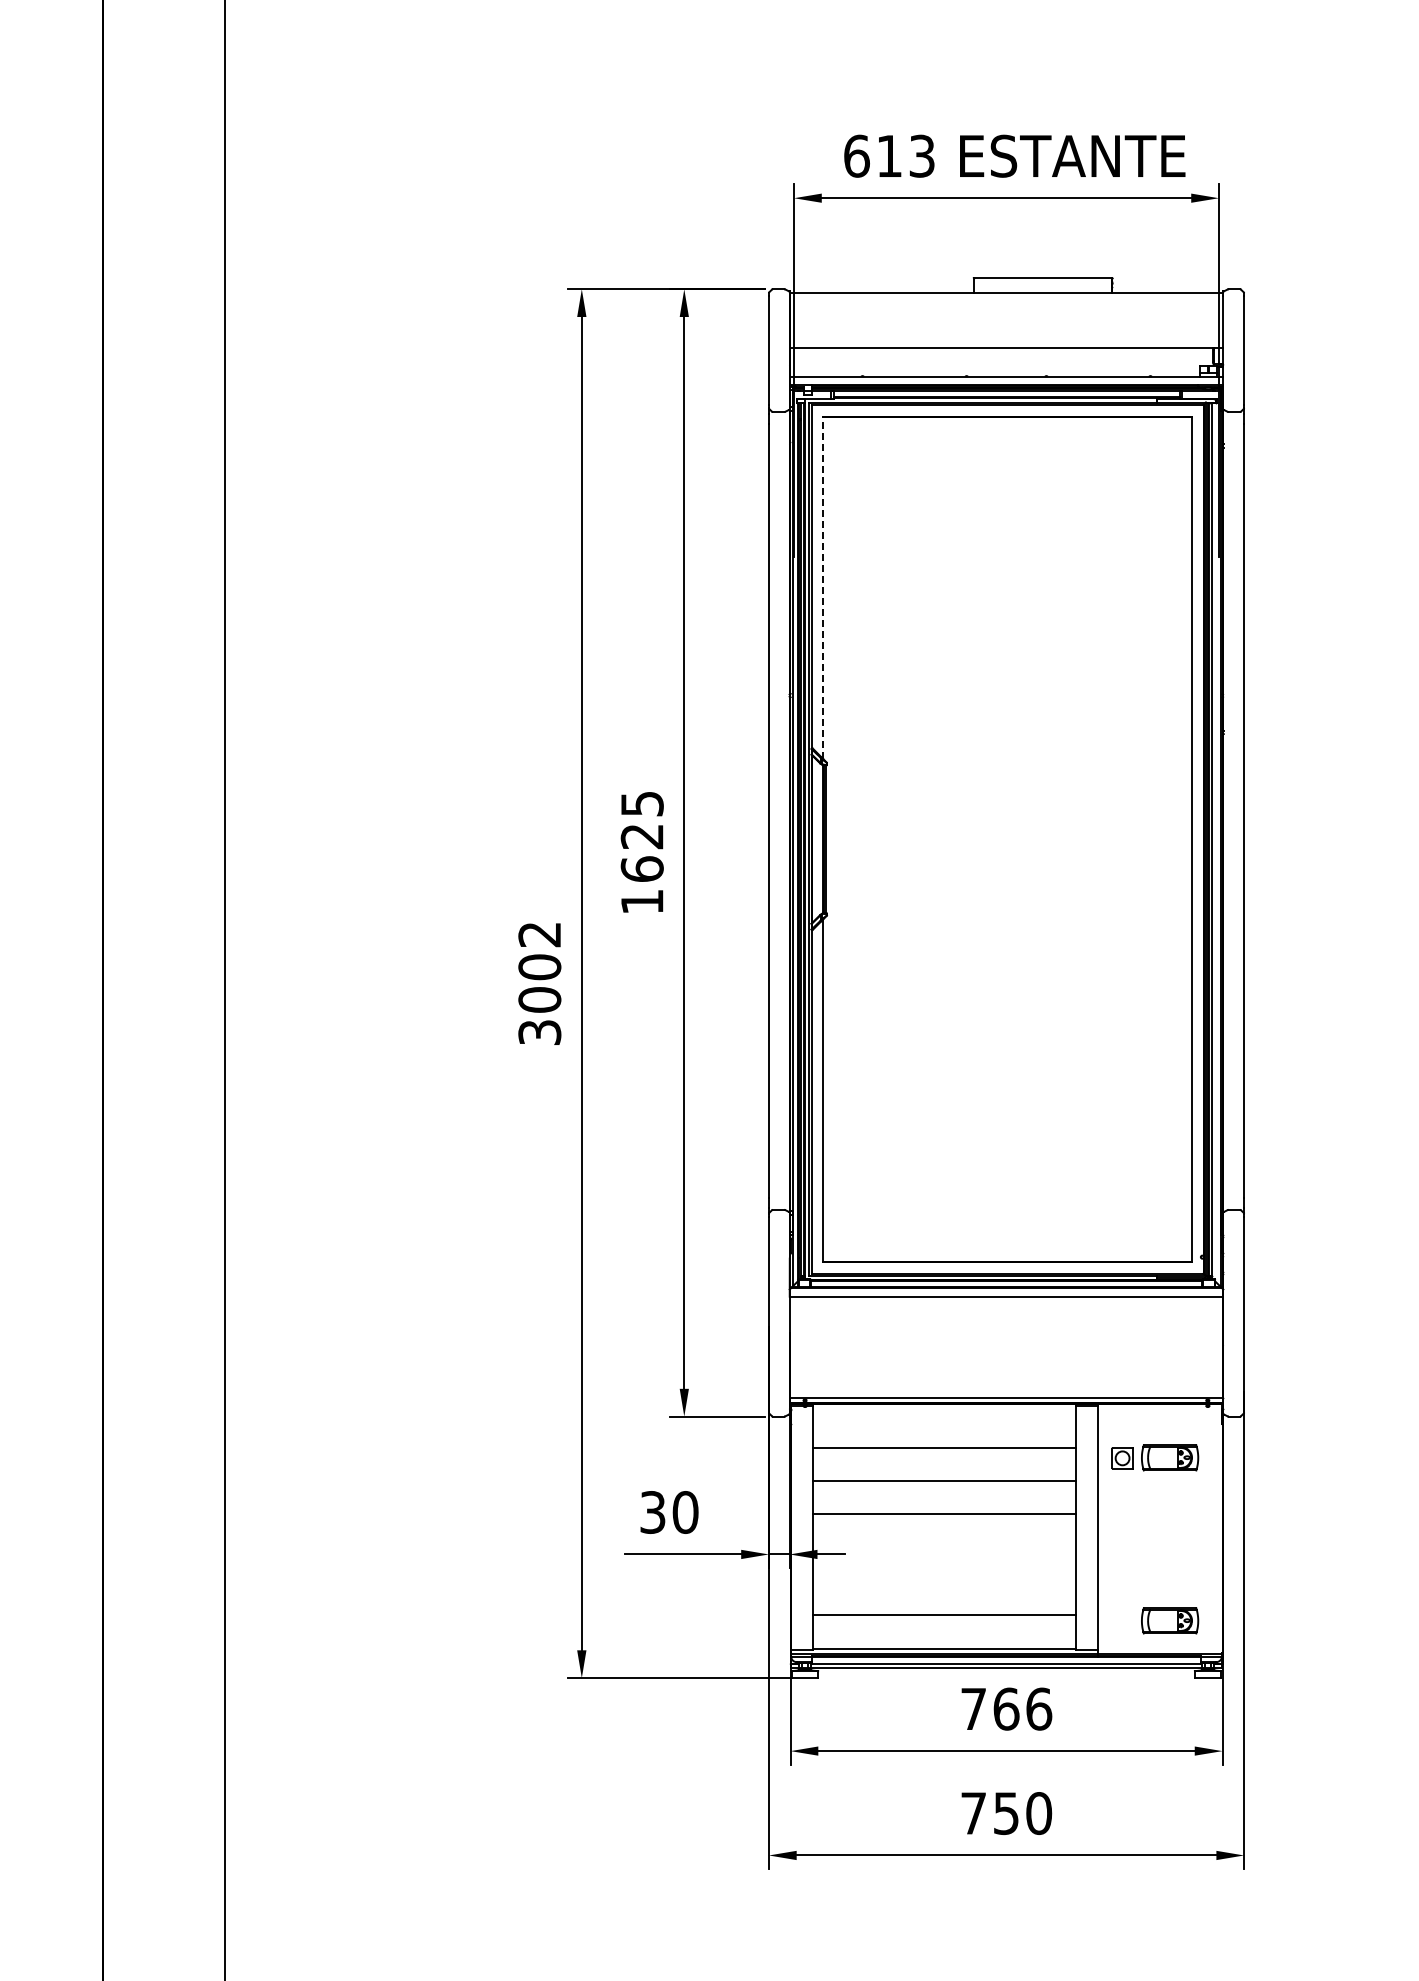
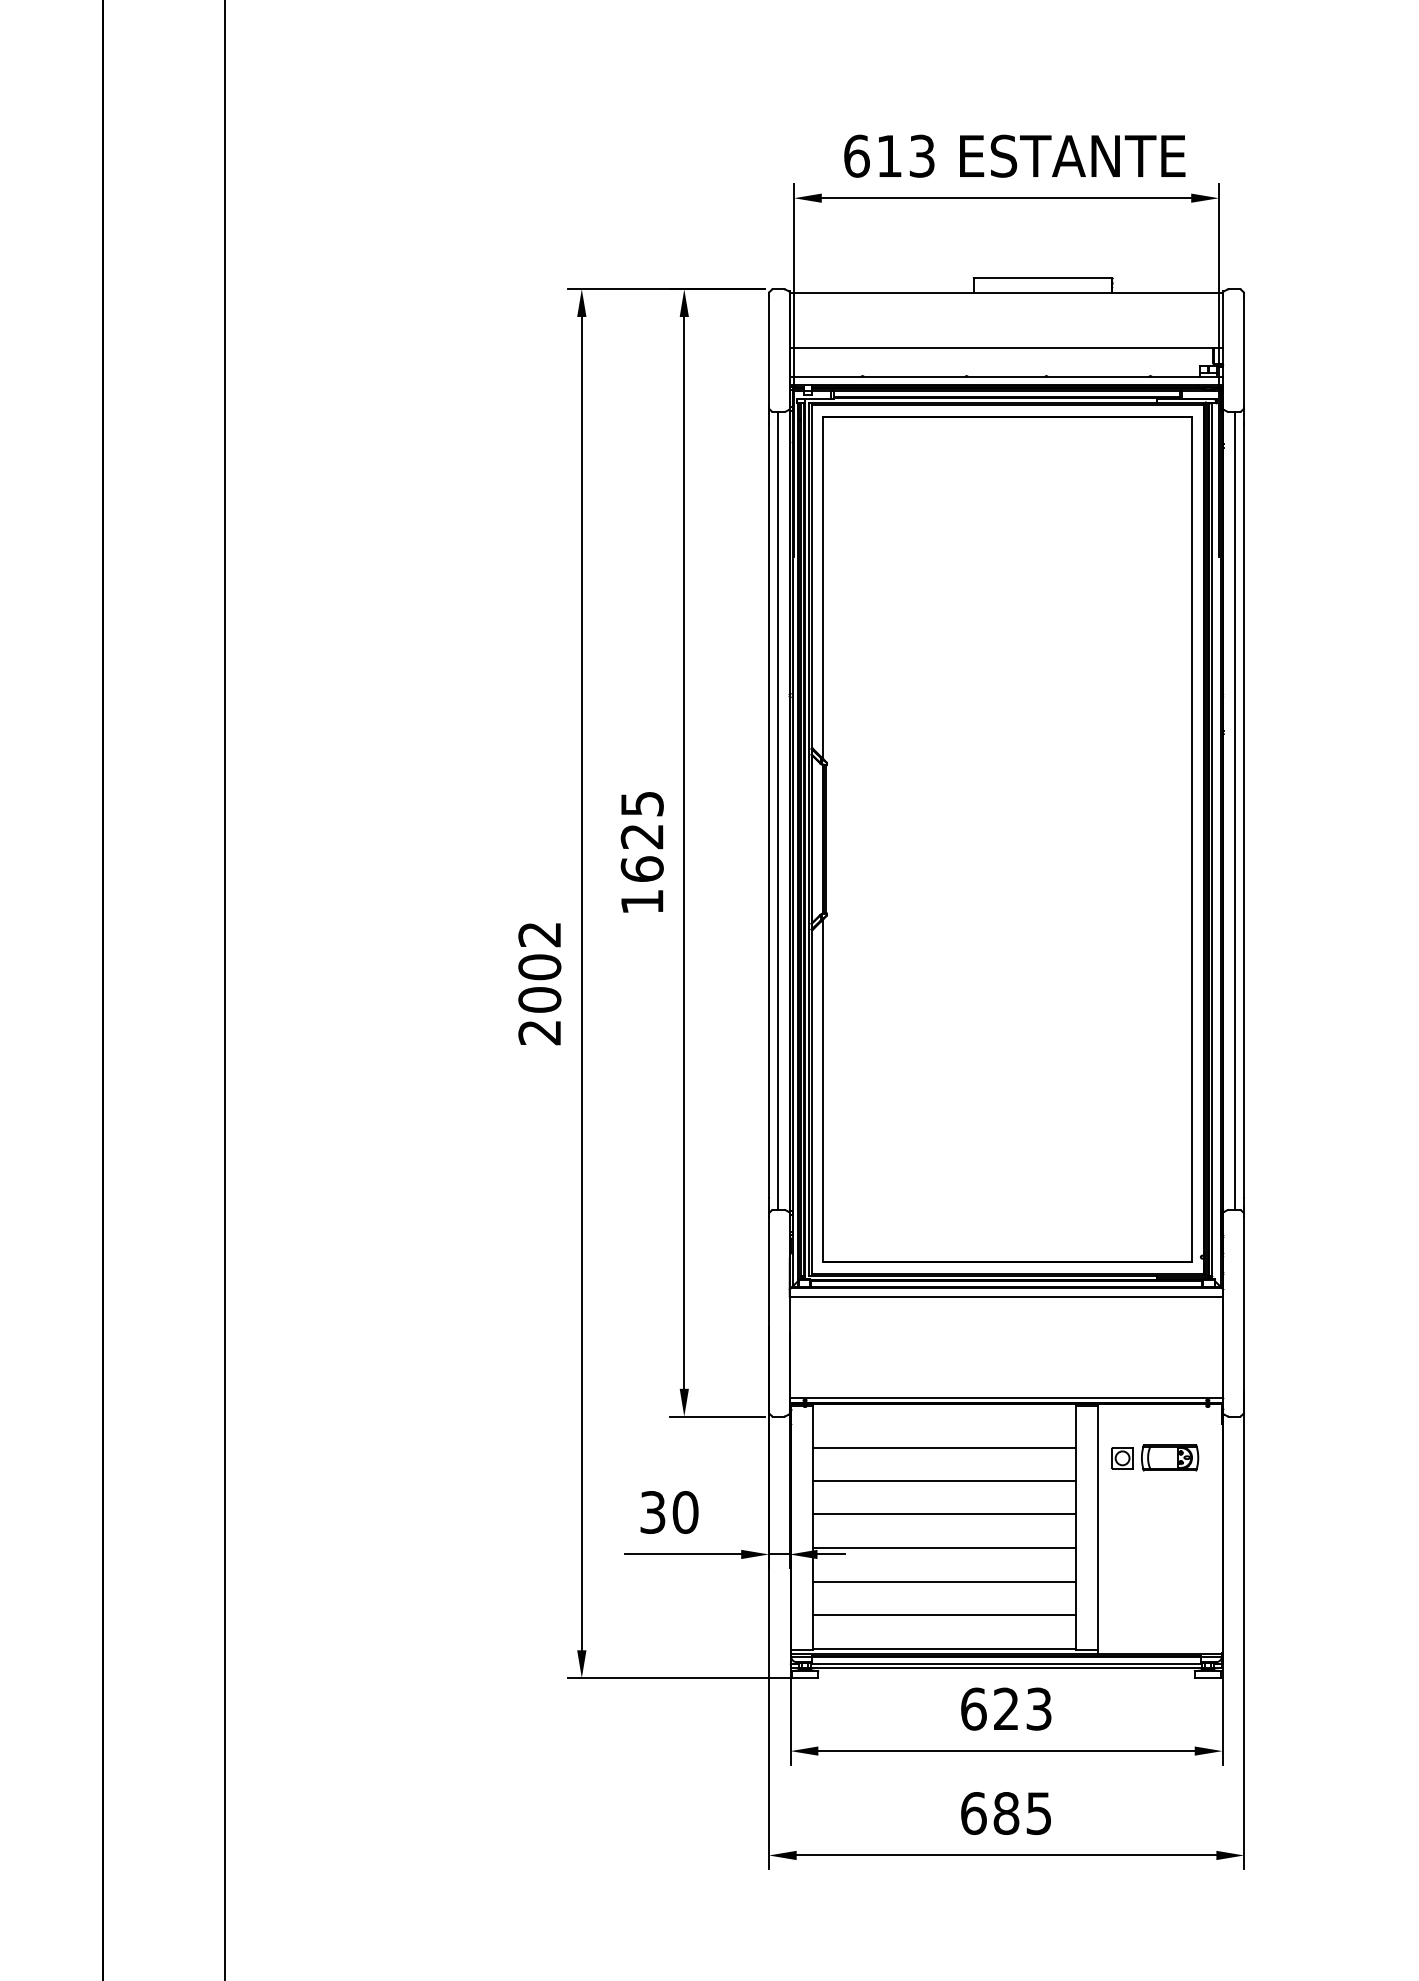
line at (823, 587): dashed -> solid
line at (778, 810): none -> present
line at (1234, 810): none -> present
text at (539, 1032): 3002 -> 2002
line at (943, 1547): none -> present
line at (943, 1581): none -> present
part at (1170, 1620): present -> none
text at (1006, 1708): 766 -> 623
text at (1006, 1813): 750 -> 685
